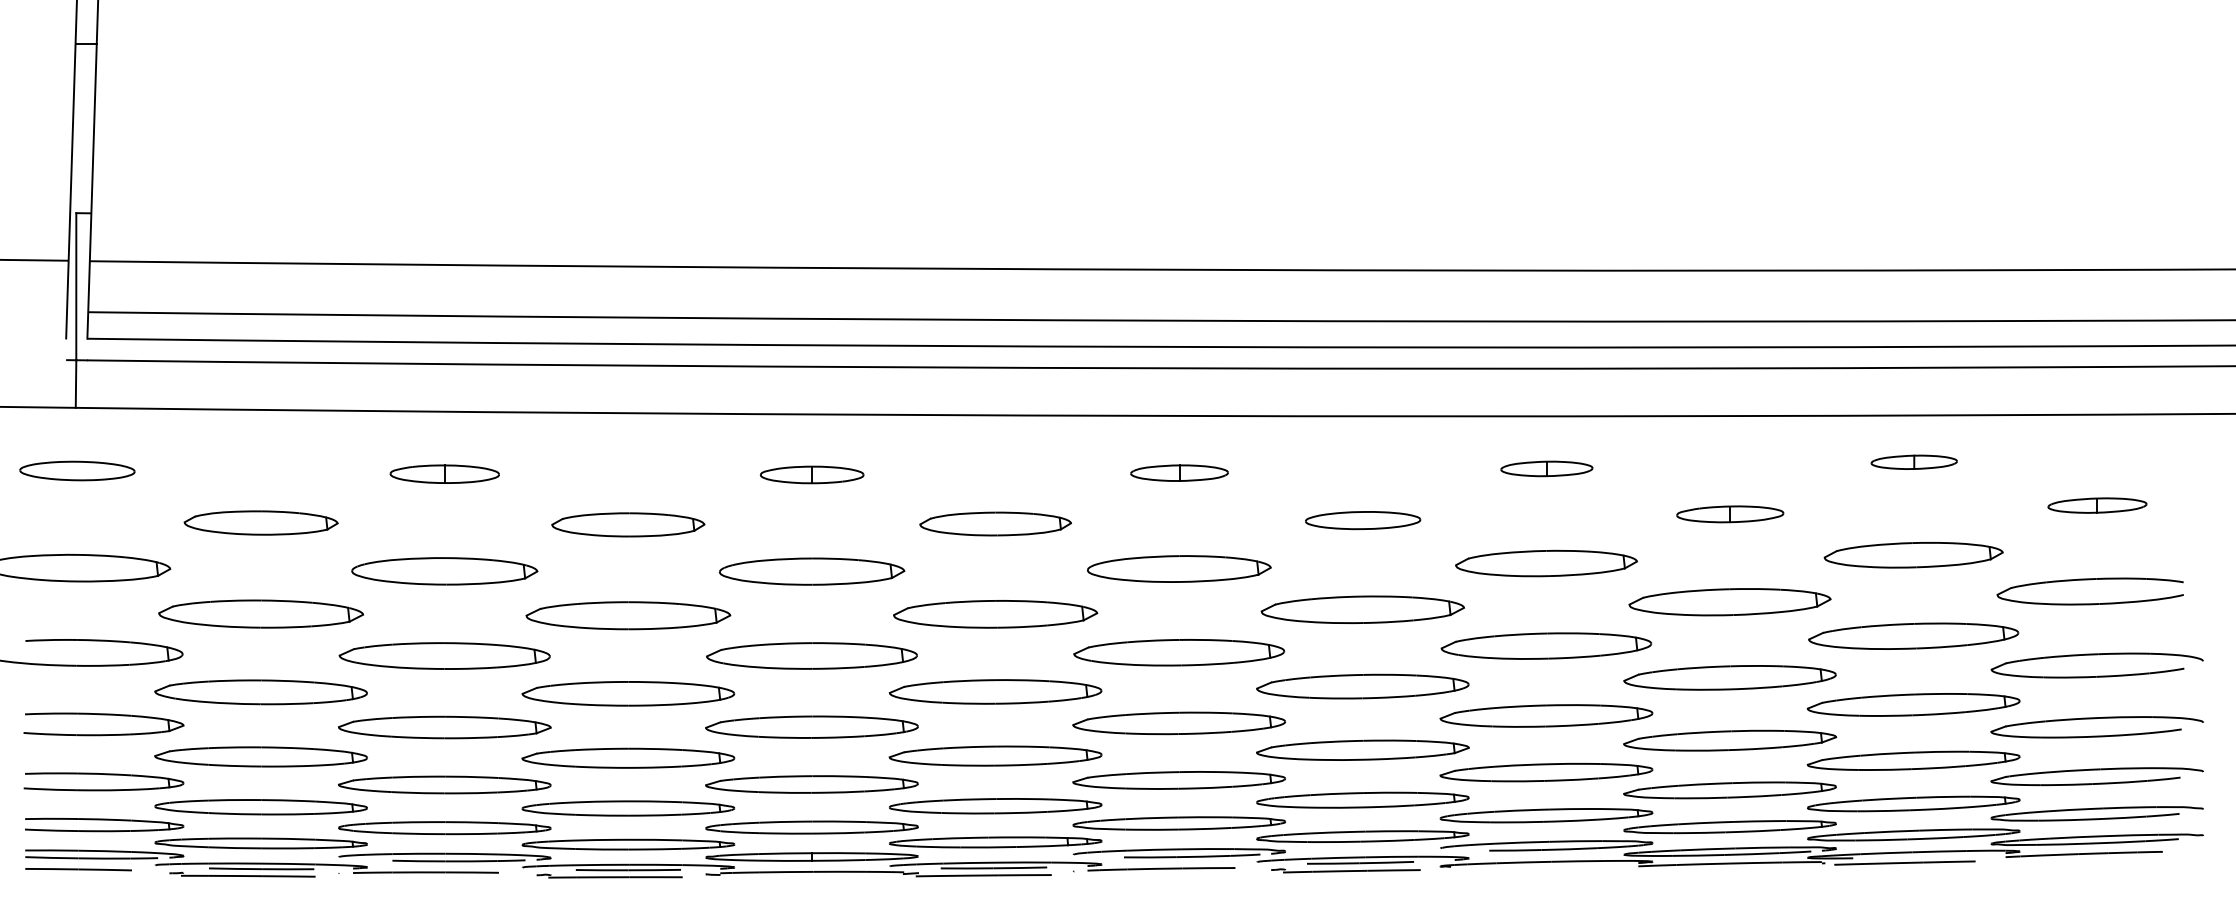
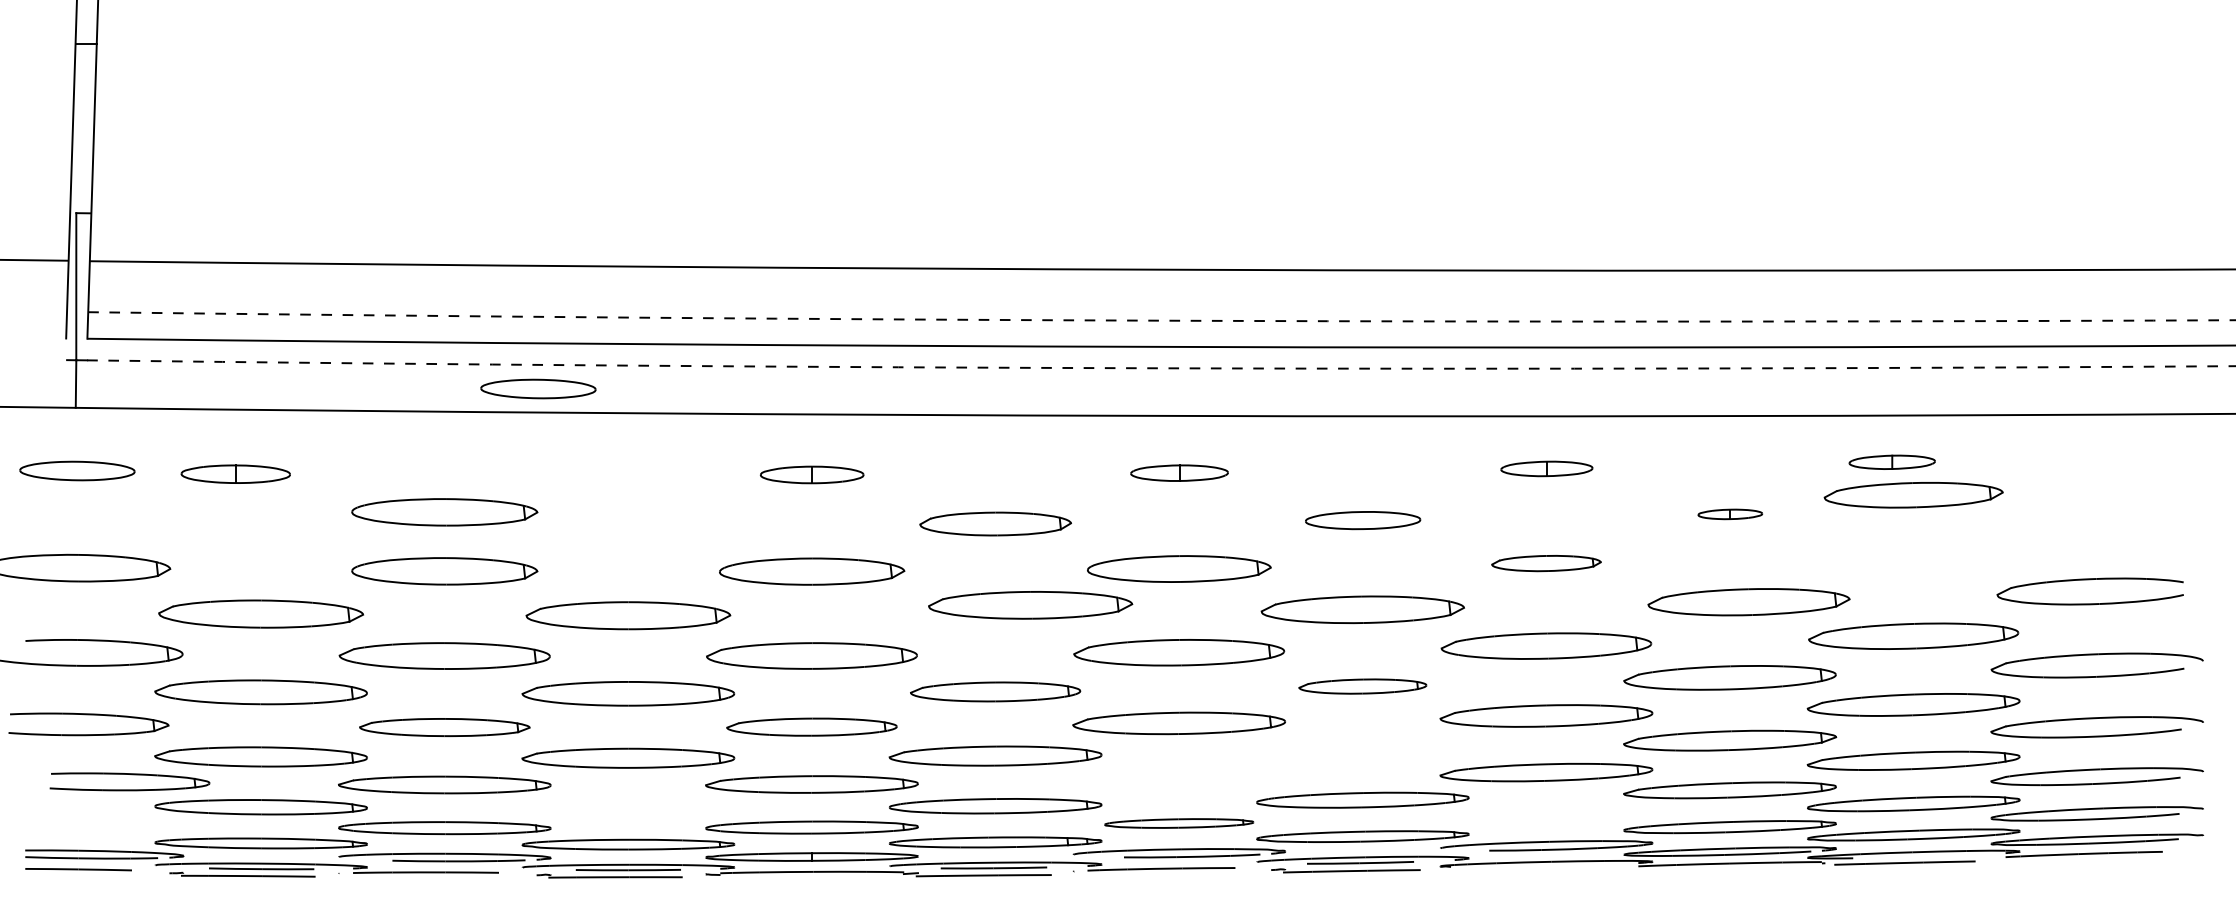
arc at (1162, 320): solid -> dashed
arc at (1161, 368): solid -> dashed
part at (538, 388): none -> present
part at (1913, 461) position: (1913, 461) -> (1891, 461)
part at (444, 473) position: (444, 473) -> (235, 473)
part at (2097, 505): present -> none
part at (444, 512): none -> present
part at (1730, 514) size: 109x19 px -> 67x13 px
part at (260, 522): present -> none
part at (628, 524): present -> none
part at (1913, 555) position: (1913, 555) -> (1913, 495)
part at (1546, 563) size: 183x29 px -> 111x18 px
part at (1729, 602) position: (1729, 602) -> (1748, 602)
part at (995, 614) position: (995, 614) -> (1030, 605)
part at (1362, 686) size: 214x27 px -> 130x17 px
part at (995, 691) size: 215x26 px -> 172x22 px
part at (103, 715) position: (103, 715) -> (88, 715)
part at (811, 726) size: 214x24 px -> 172x20 px
part at (444, 727) size: 214x25 px -> 172x19 px
part at (1362, 749): present -> none
part at (105, 775) position: (105, 775) -> (131, 775)
part at (1178, 780): present -> none
part at (628, 808): present -> none
part at (1546, 815): present -> none
part at (1178, 823) size: 214x15 px -> 151x11 px
part at (104, 824): present -> none
